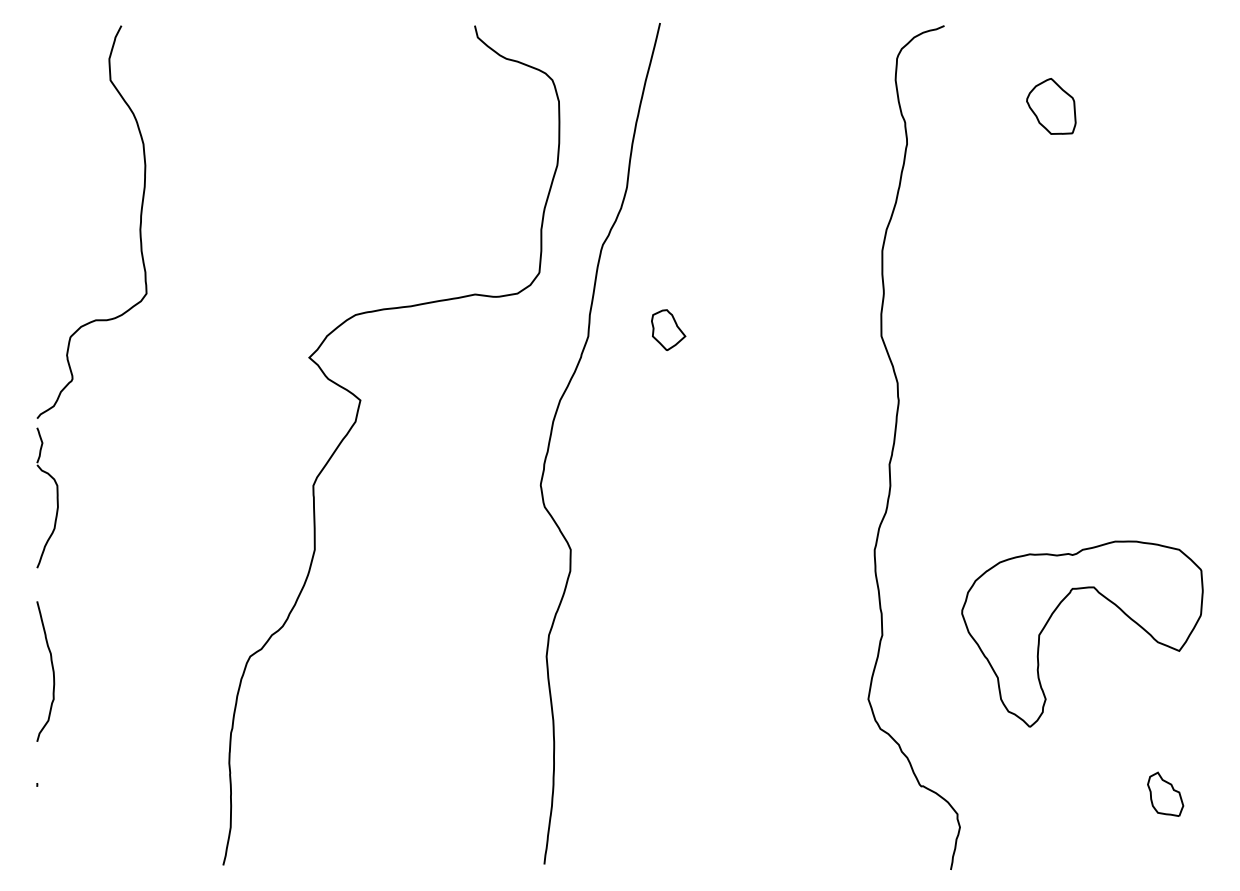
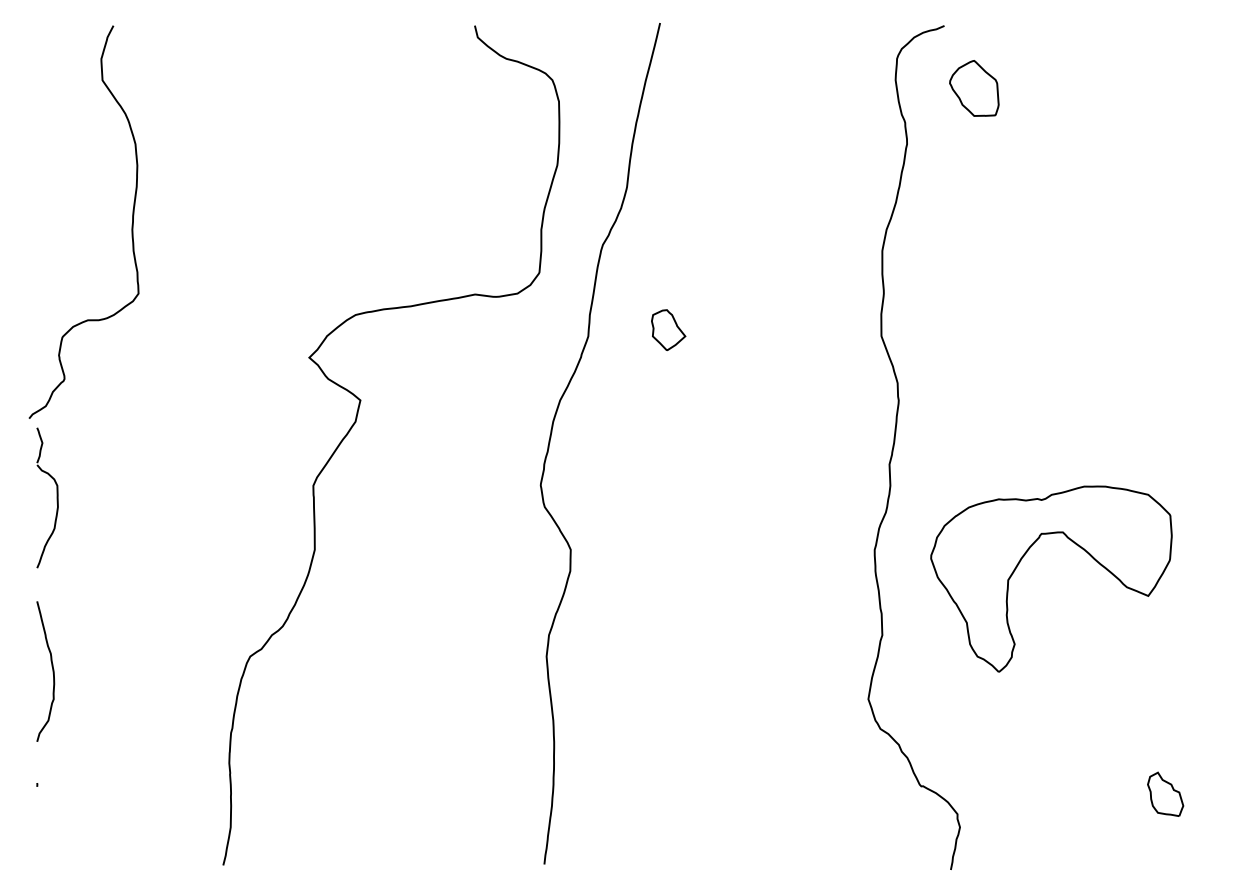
part at (1051, 106) position: (1051, 106) -> (974, 88)
curve at (139, 224) position: (139, 224) -> (131, 224)
part at (1055, 611) position: (1055, 611) -> (1024, 556)
